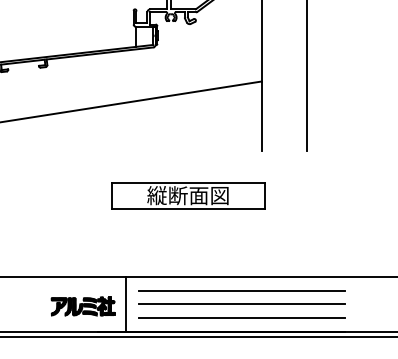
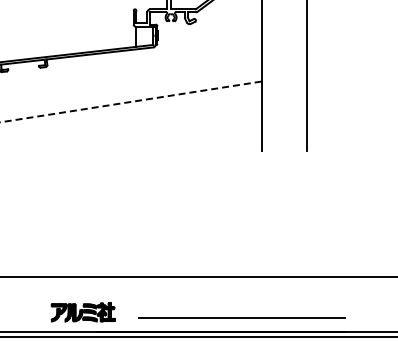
line at (131, 101): solid -> dashed
part at (188, 195): present -> none
line at (242, 290): present -> none
line at (125, 303): present -> none
line at (242, 304): present -> none
part at (82, 306) position: (82, 306) -> (82, 312)
